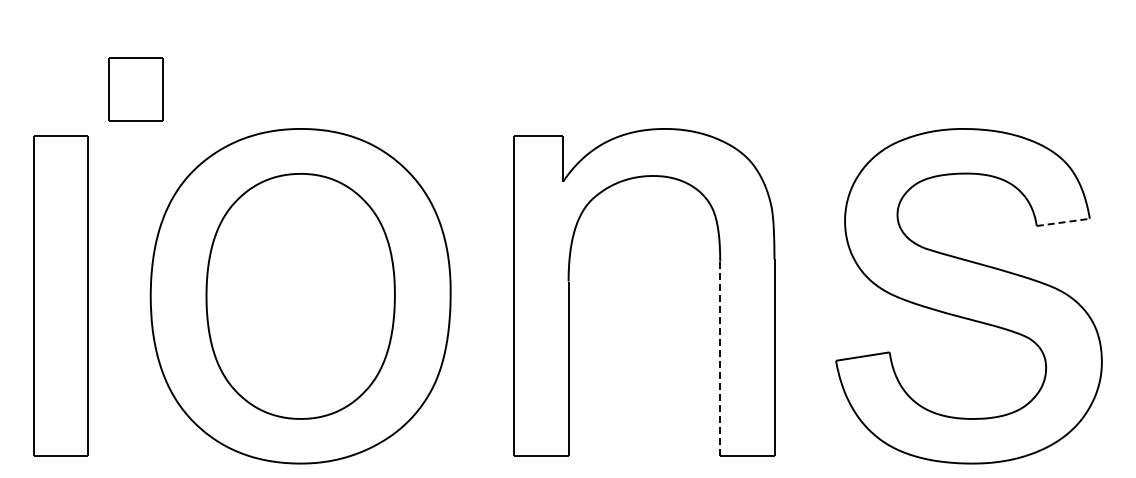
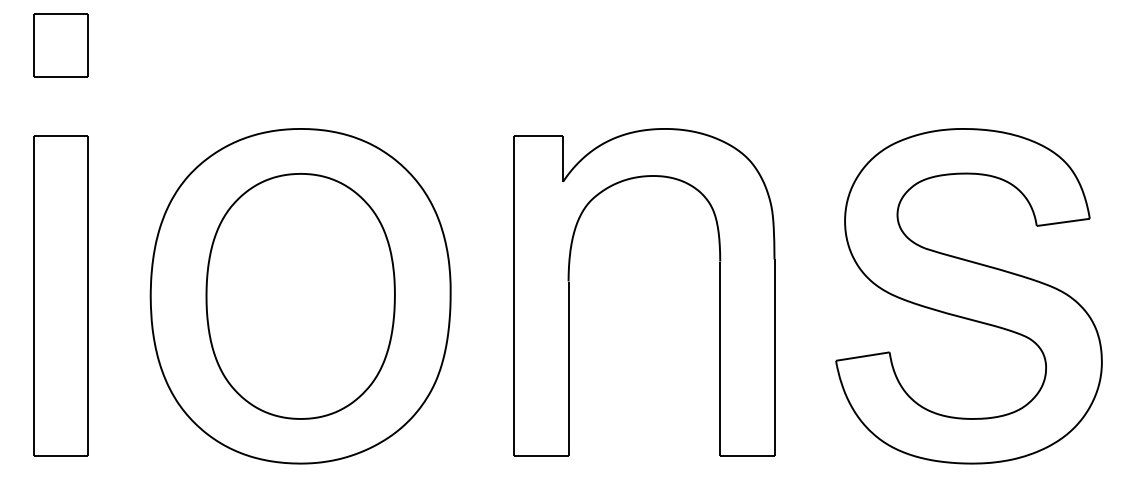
part at (135, 89) position: (135, 89) -> (60, 45)
line at (1063, 222): dashed -> solid
line at (720, 359): dashed -> solid
